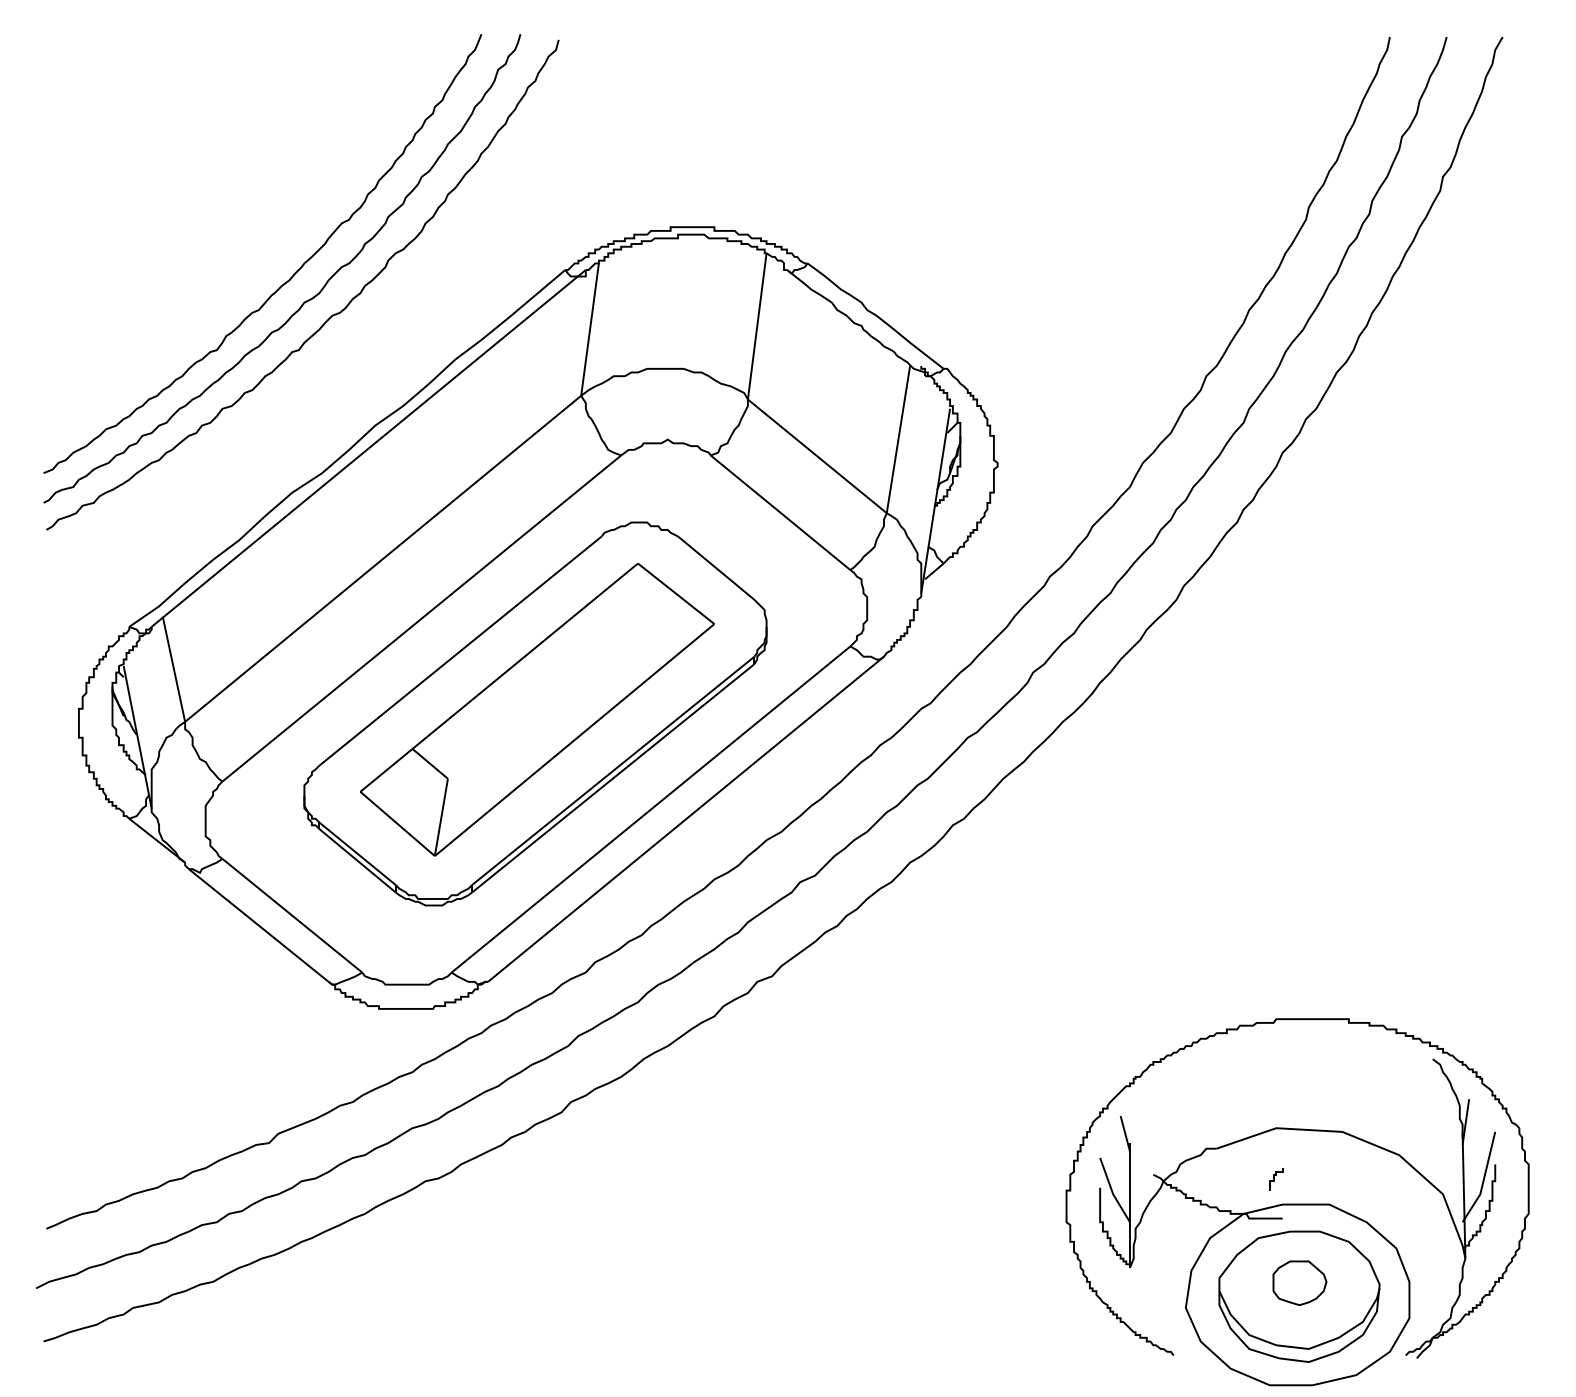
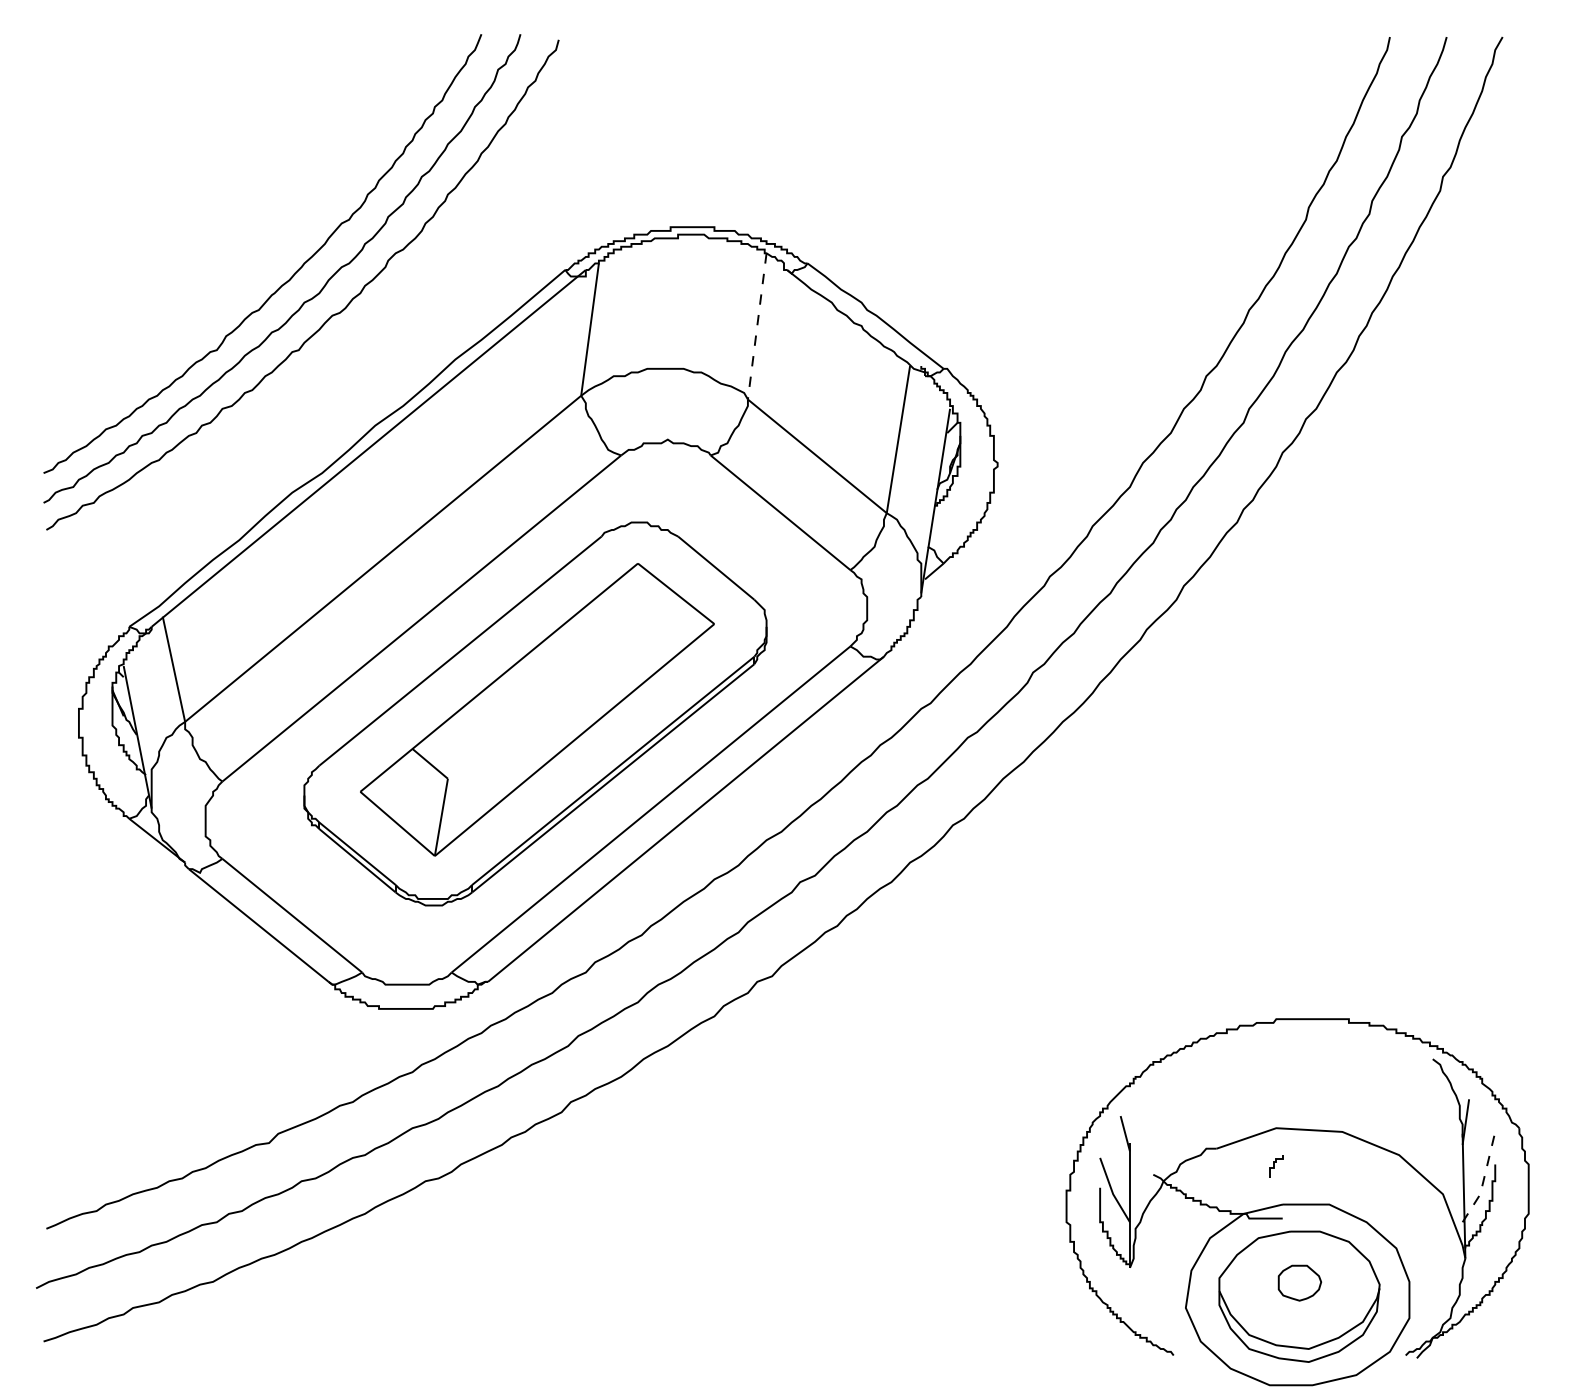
line at (757, 326): solid -> dashed
curve at (1274, 1179) position: (1274, 1179) -> (1274, 1166)
line at (1483, 1179): solid -> dashed
part at (1299, 1282) size: 56x46 px -> 46x38 px
